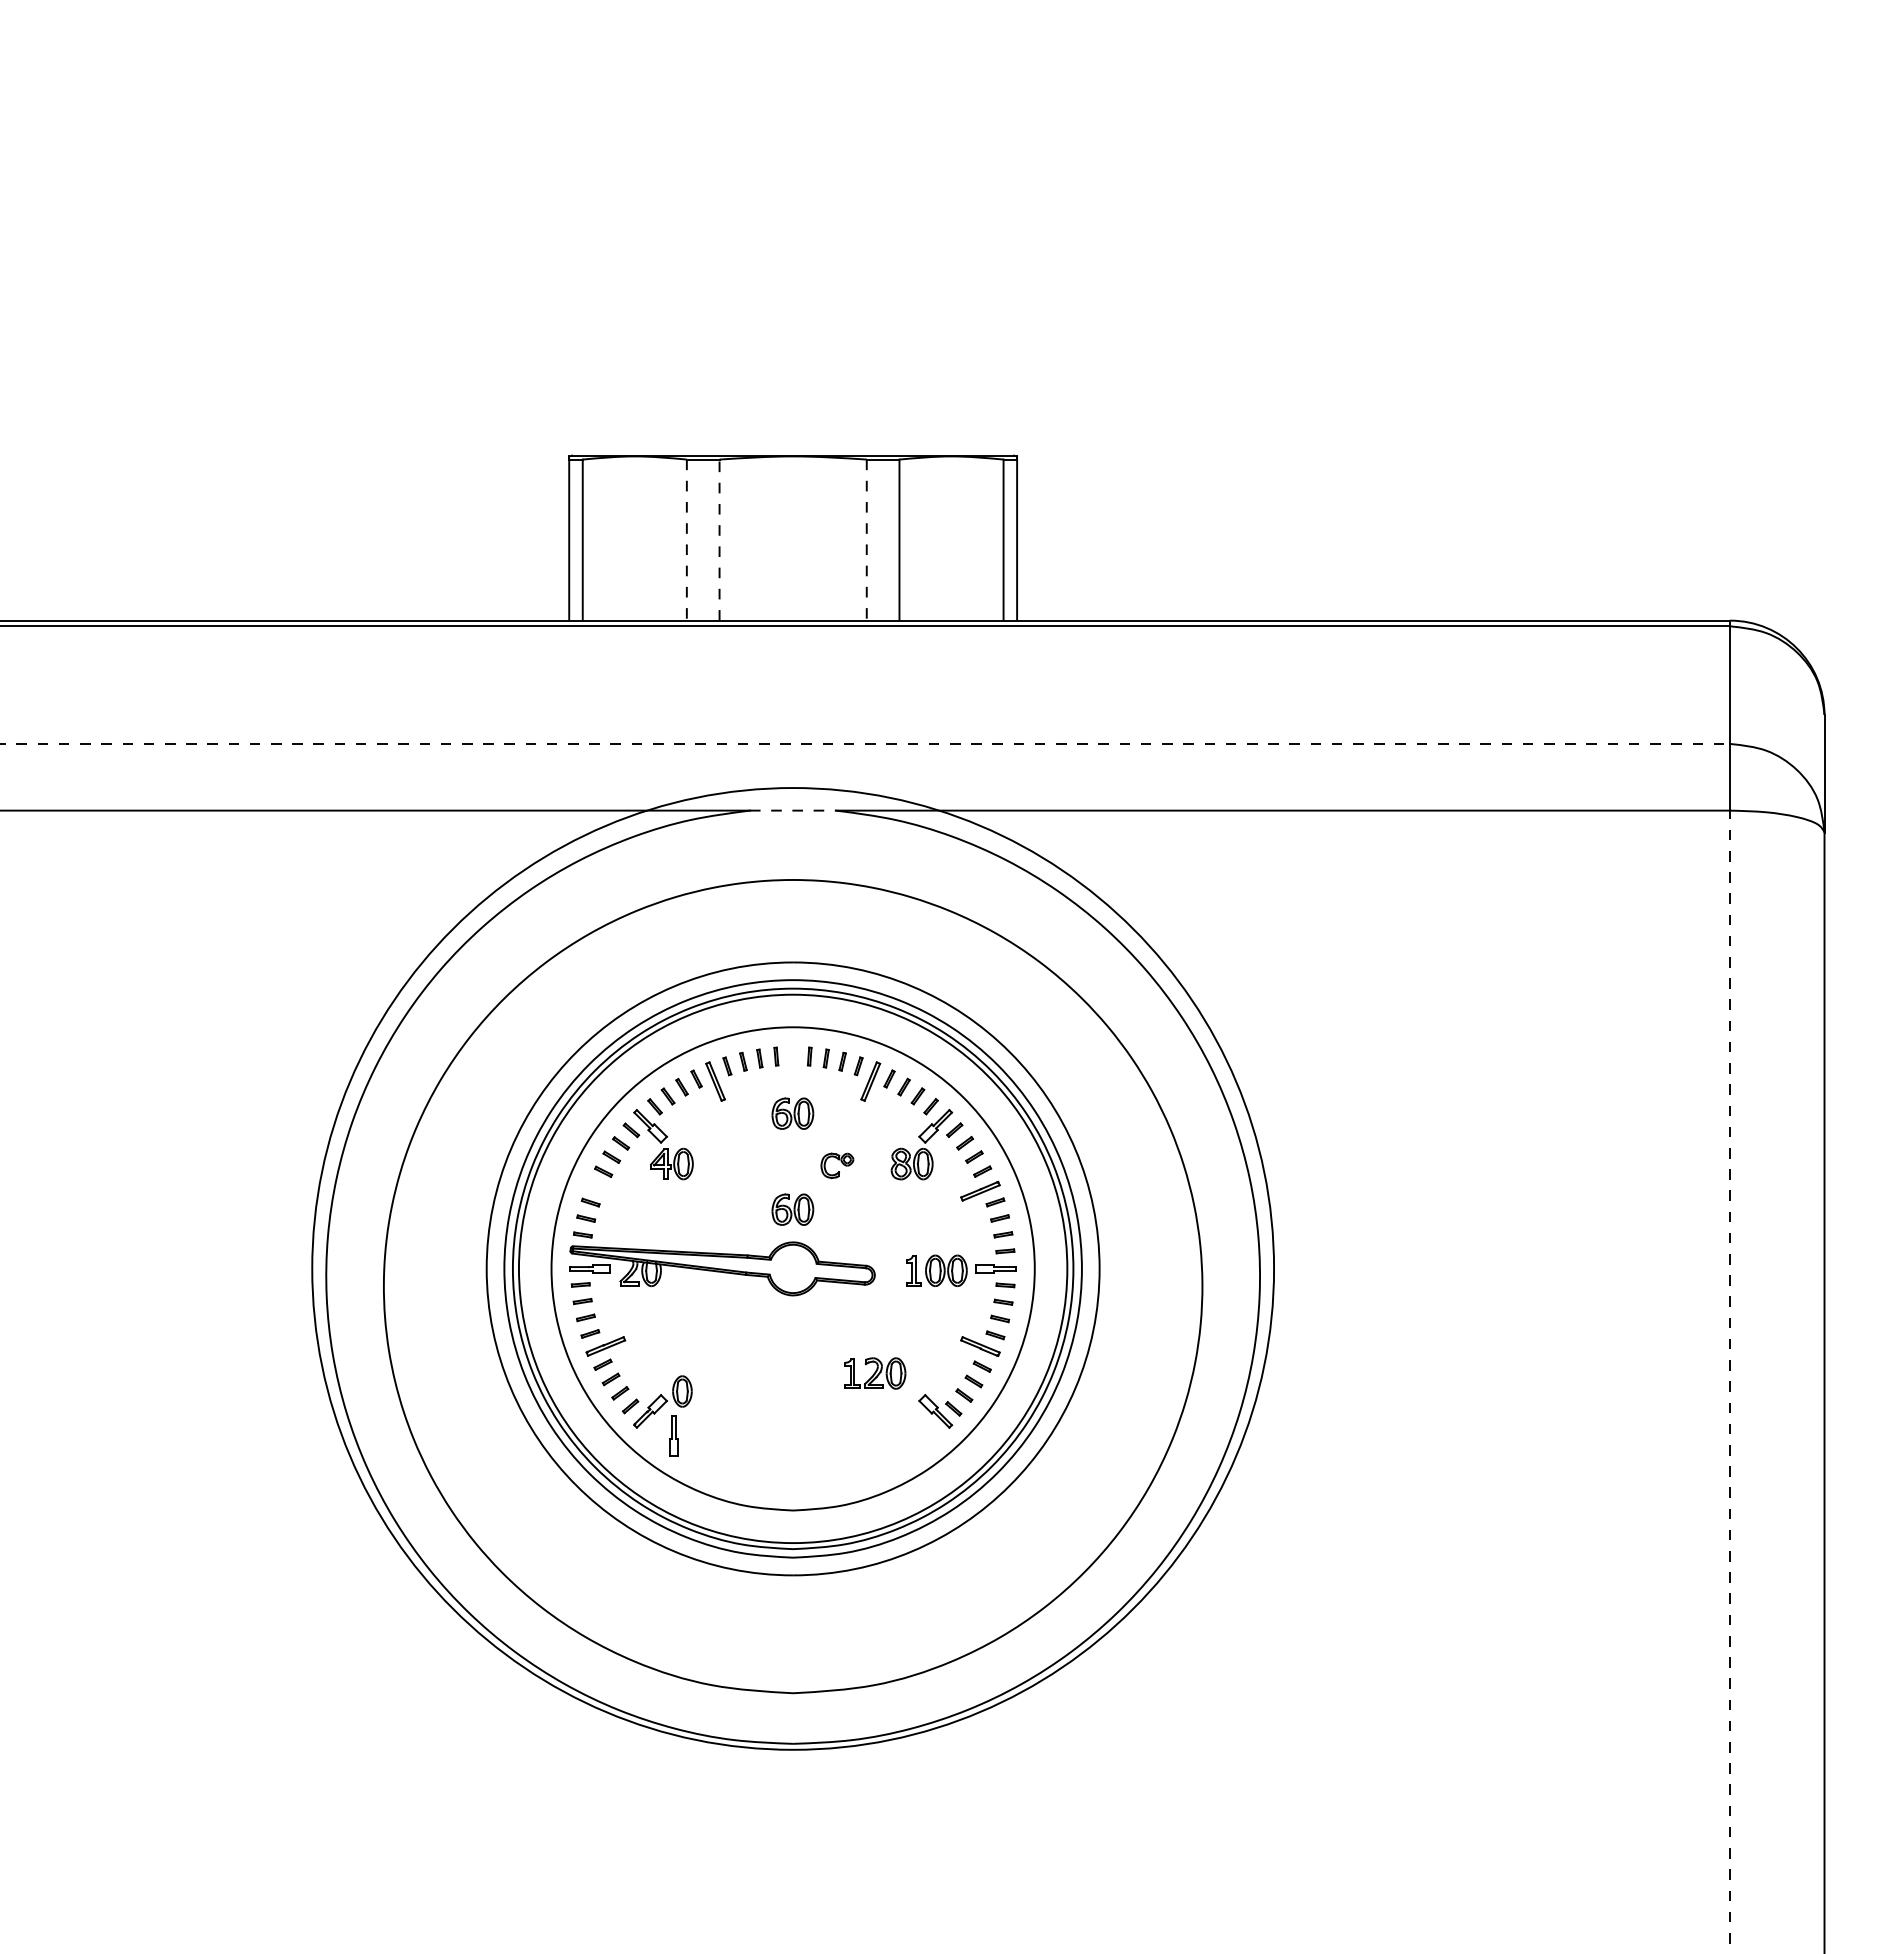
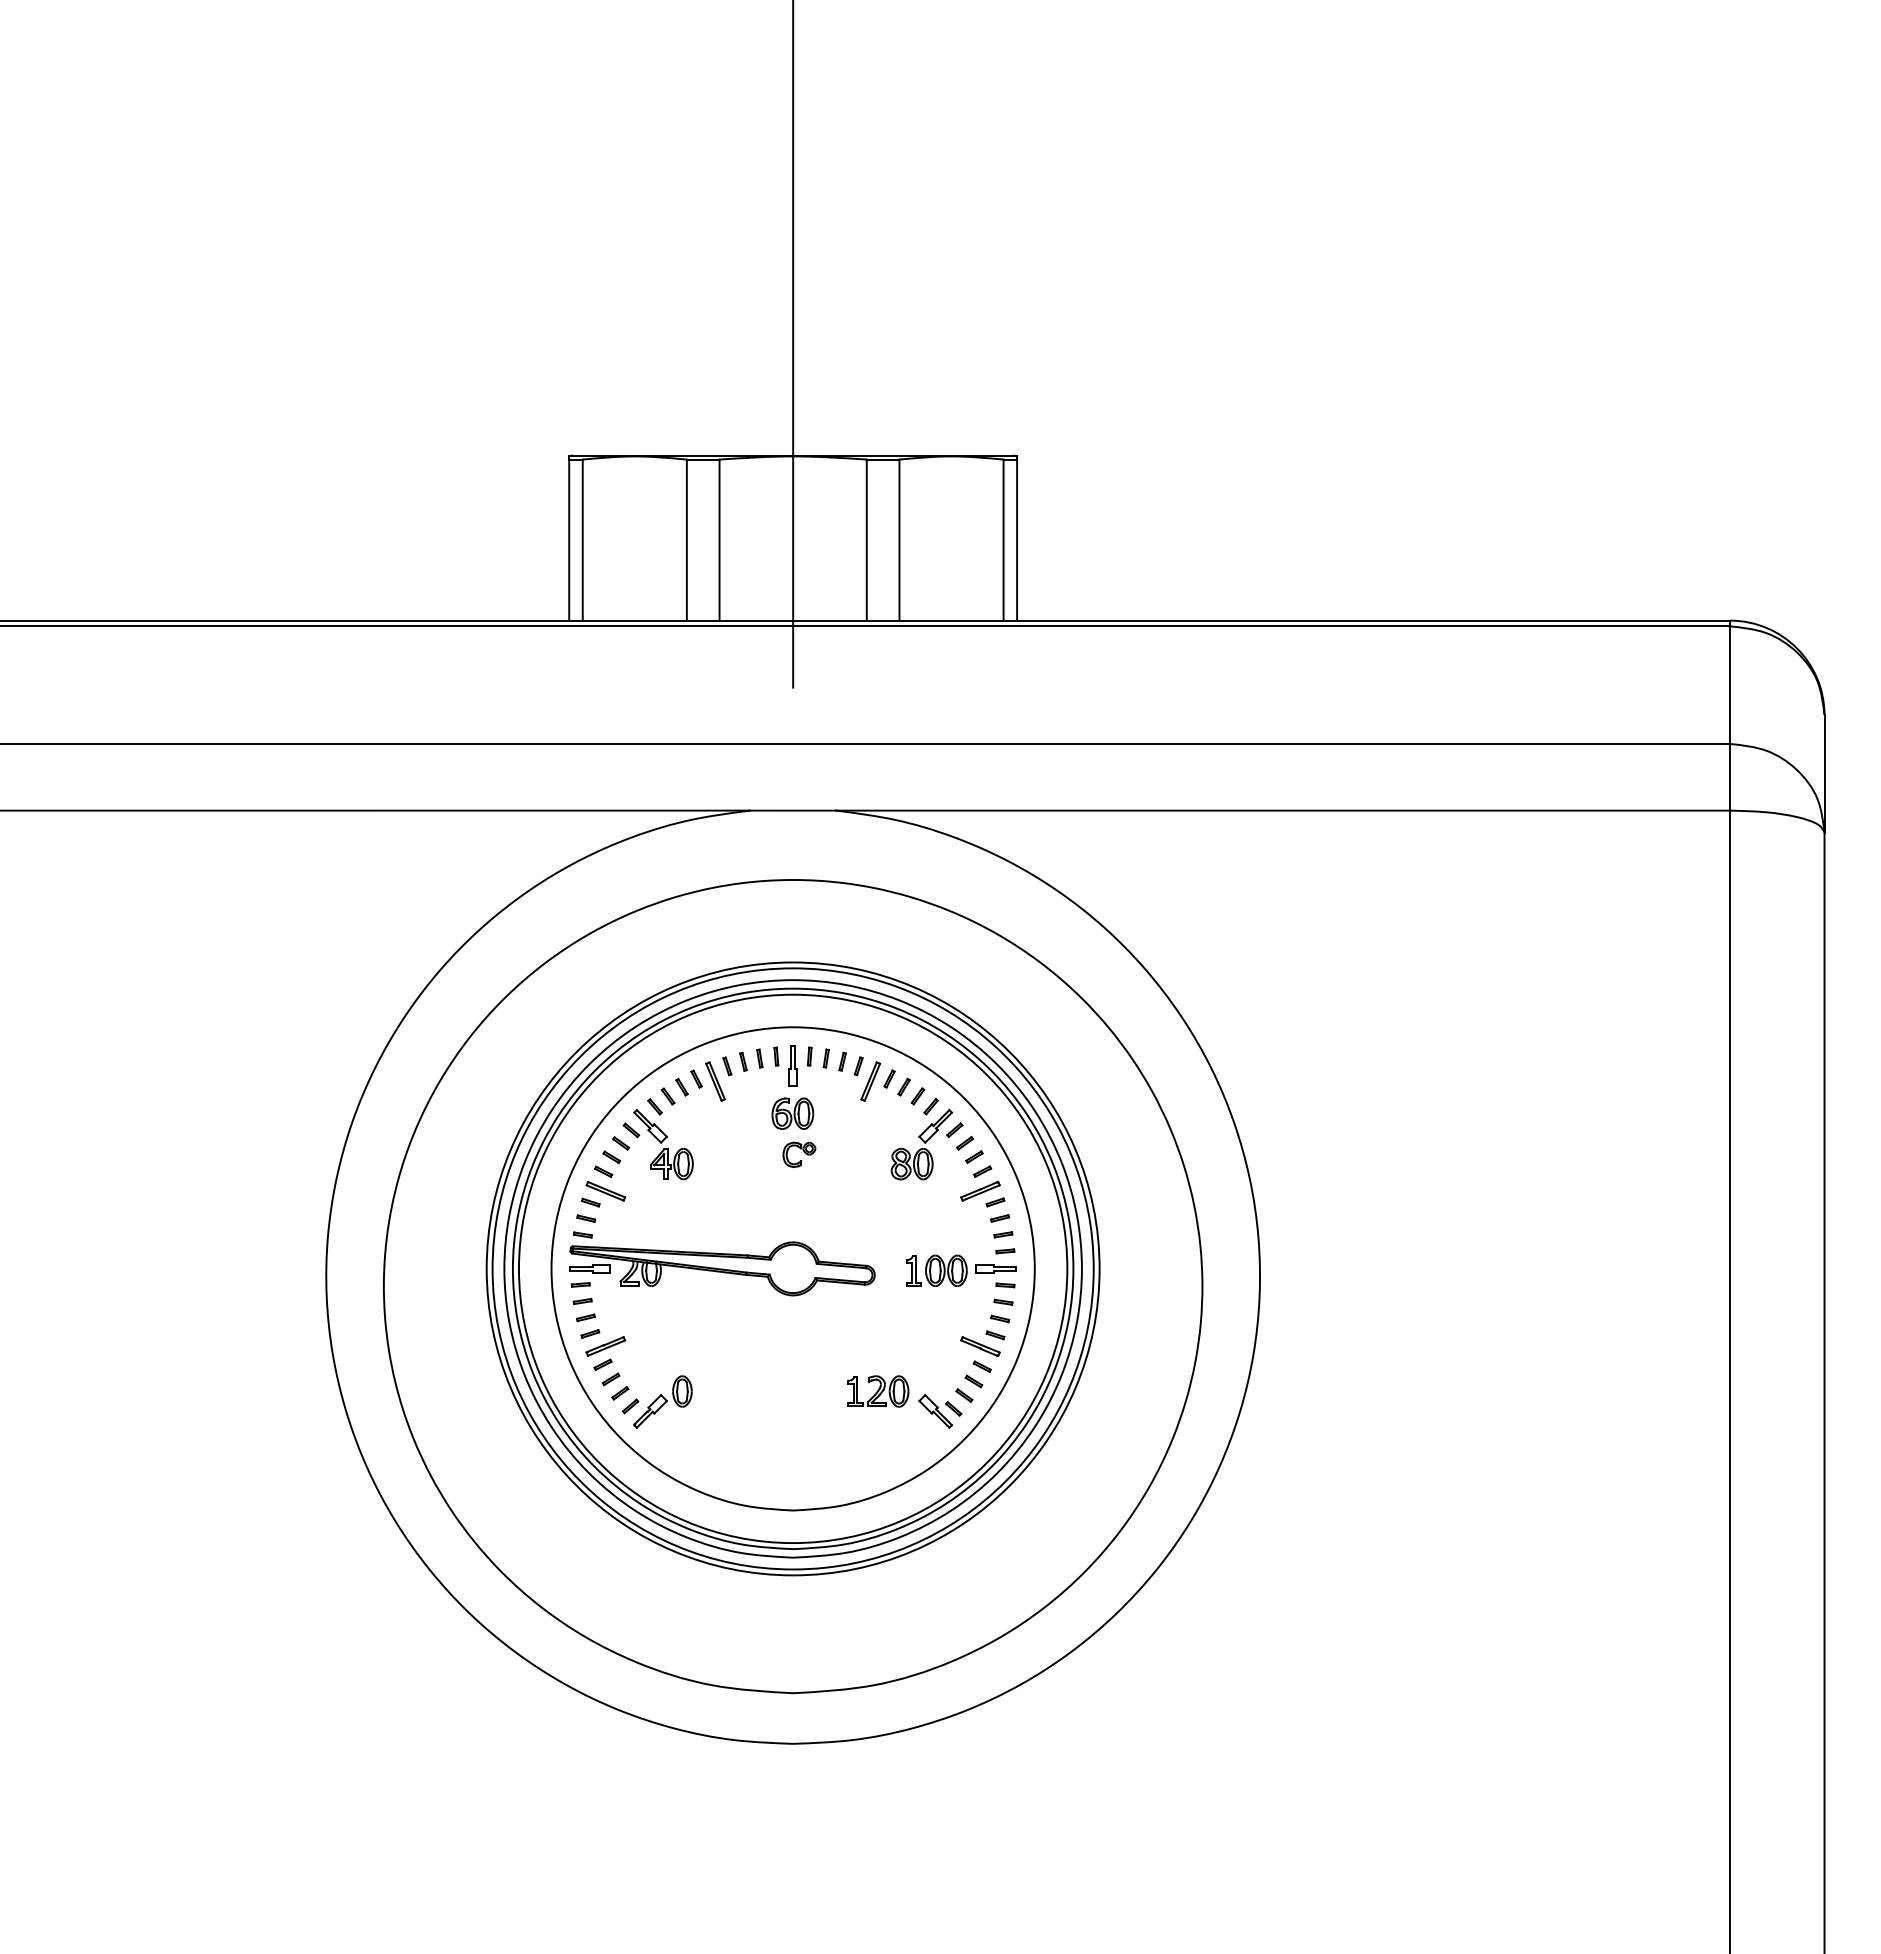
line at (793, 345): none -> present
line at (686, 540): dashed -> solid
line at (719, 540): dashed -> solid
line at (866, 540): dashed -> solid
line at (865, 743): dashed -> solid
line at (793, 810): dashed -> solid
part at (837, 1165) position: (837, 1165) -> (799, 1154)
part at (605, 1190): none -> present
part at (792, 1209): present -> none
circle at (793, 1268) diameter: 962 px -> 601 px
part at (875, 1373) position: (875, 1373) -> (878, 1391)
line at (1730, 1381): dashed -> solid
part at (673, 1435) position: (673, 1435) -> (792, 1065)
